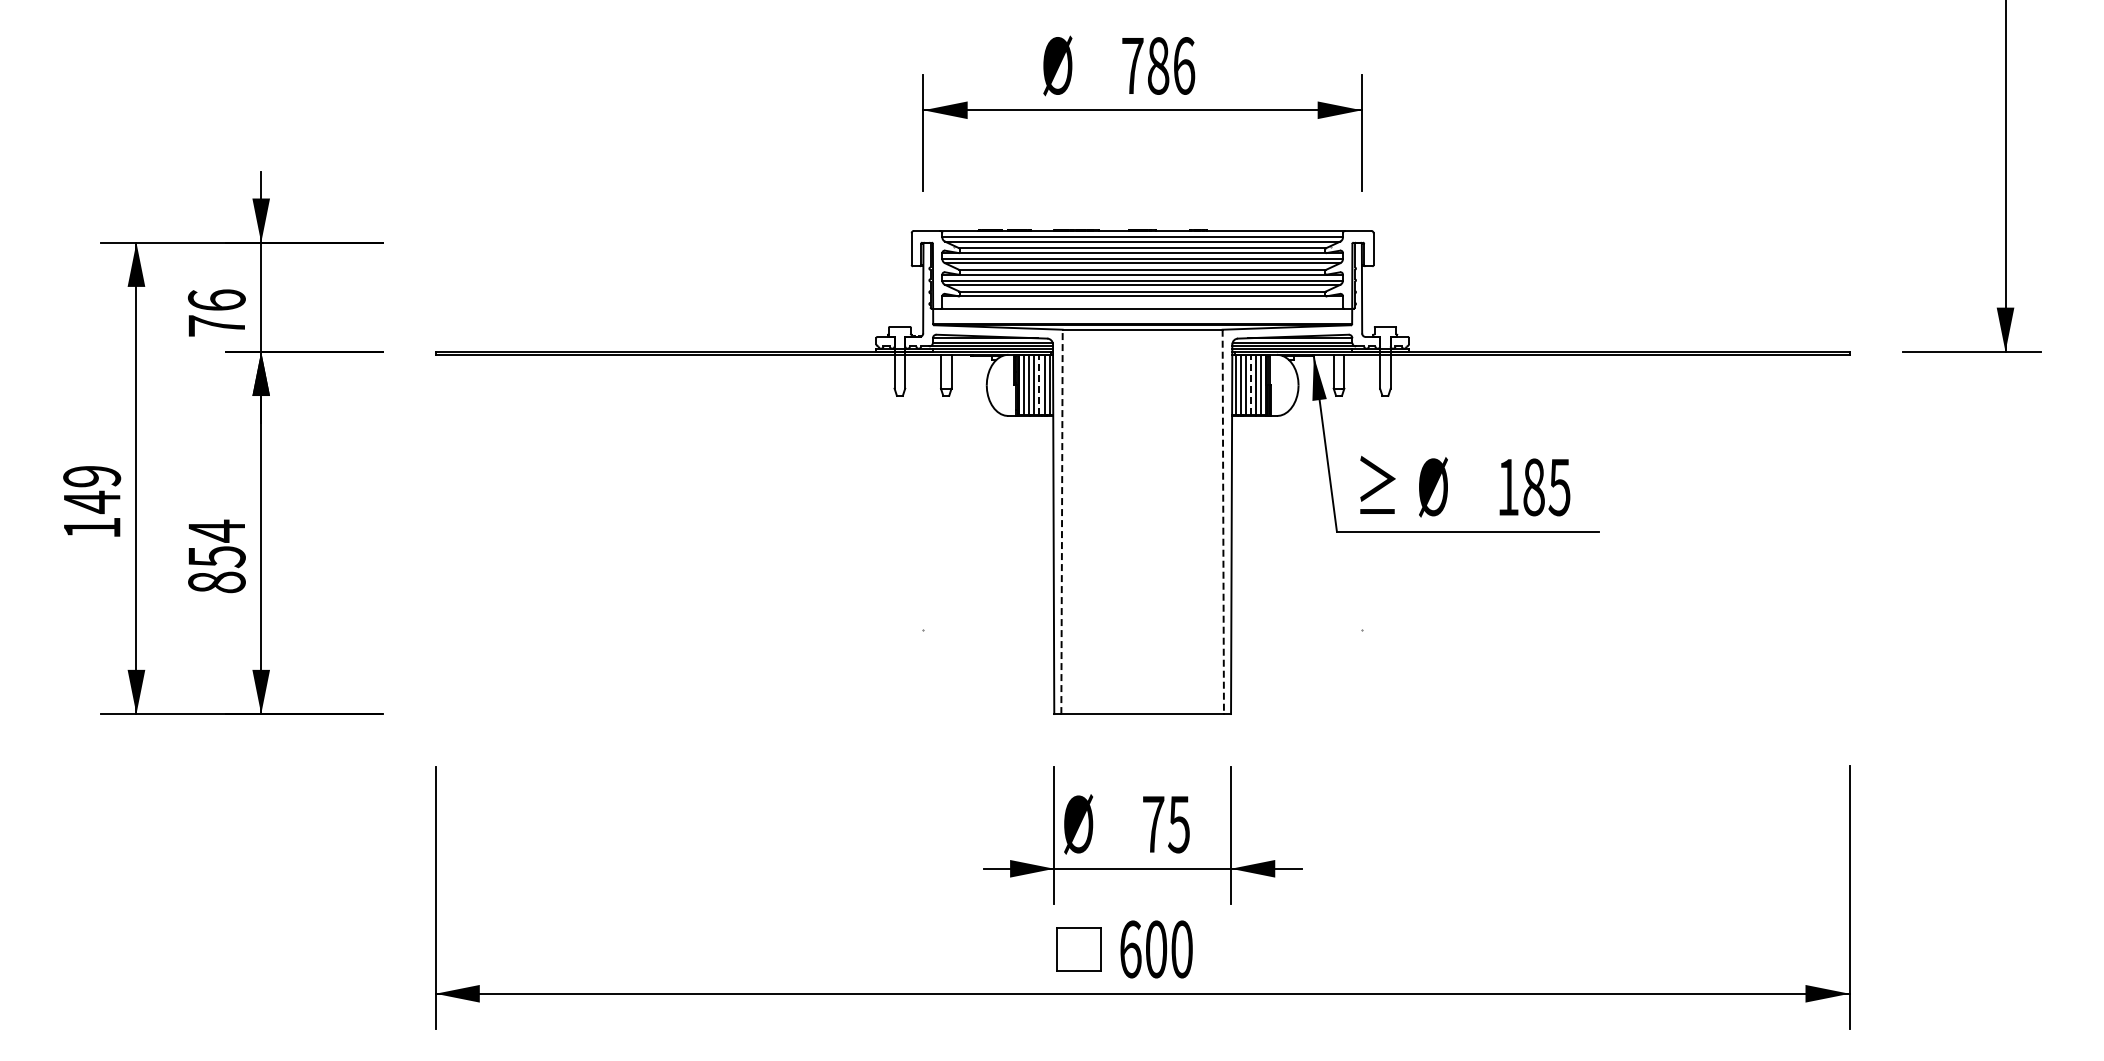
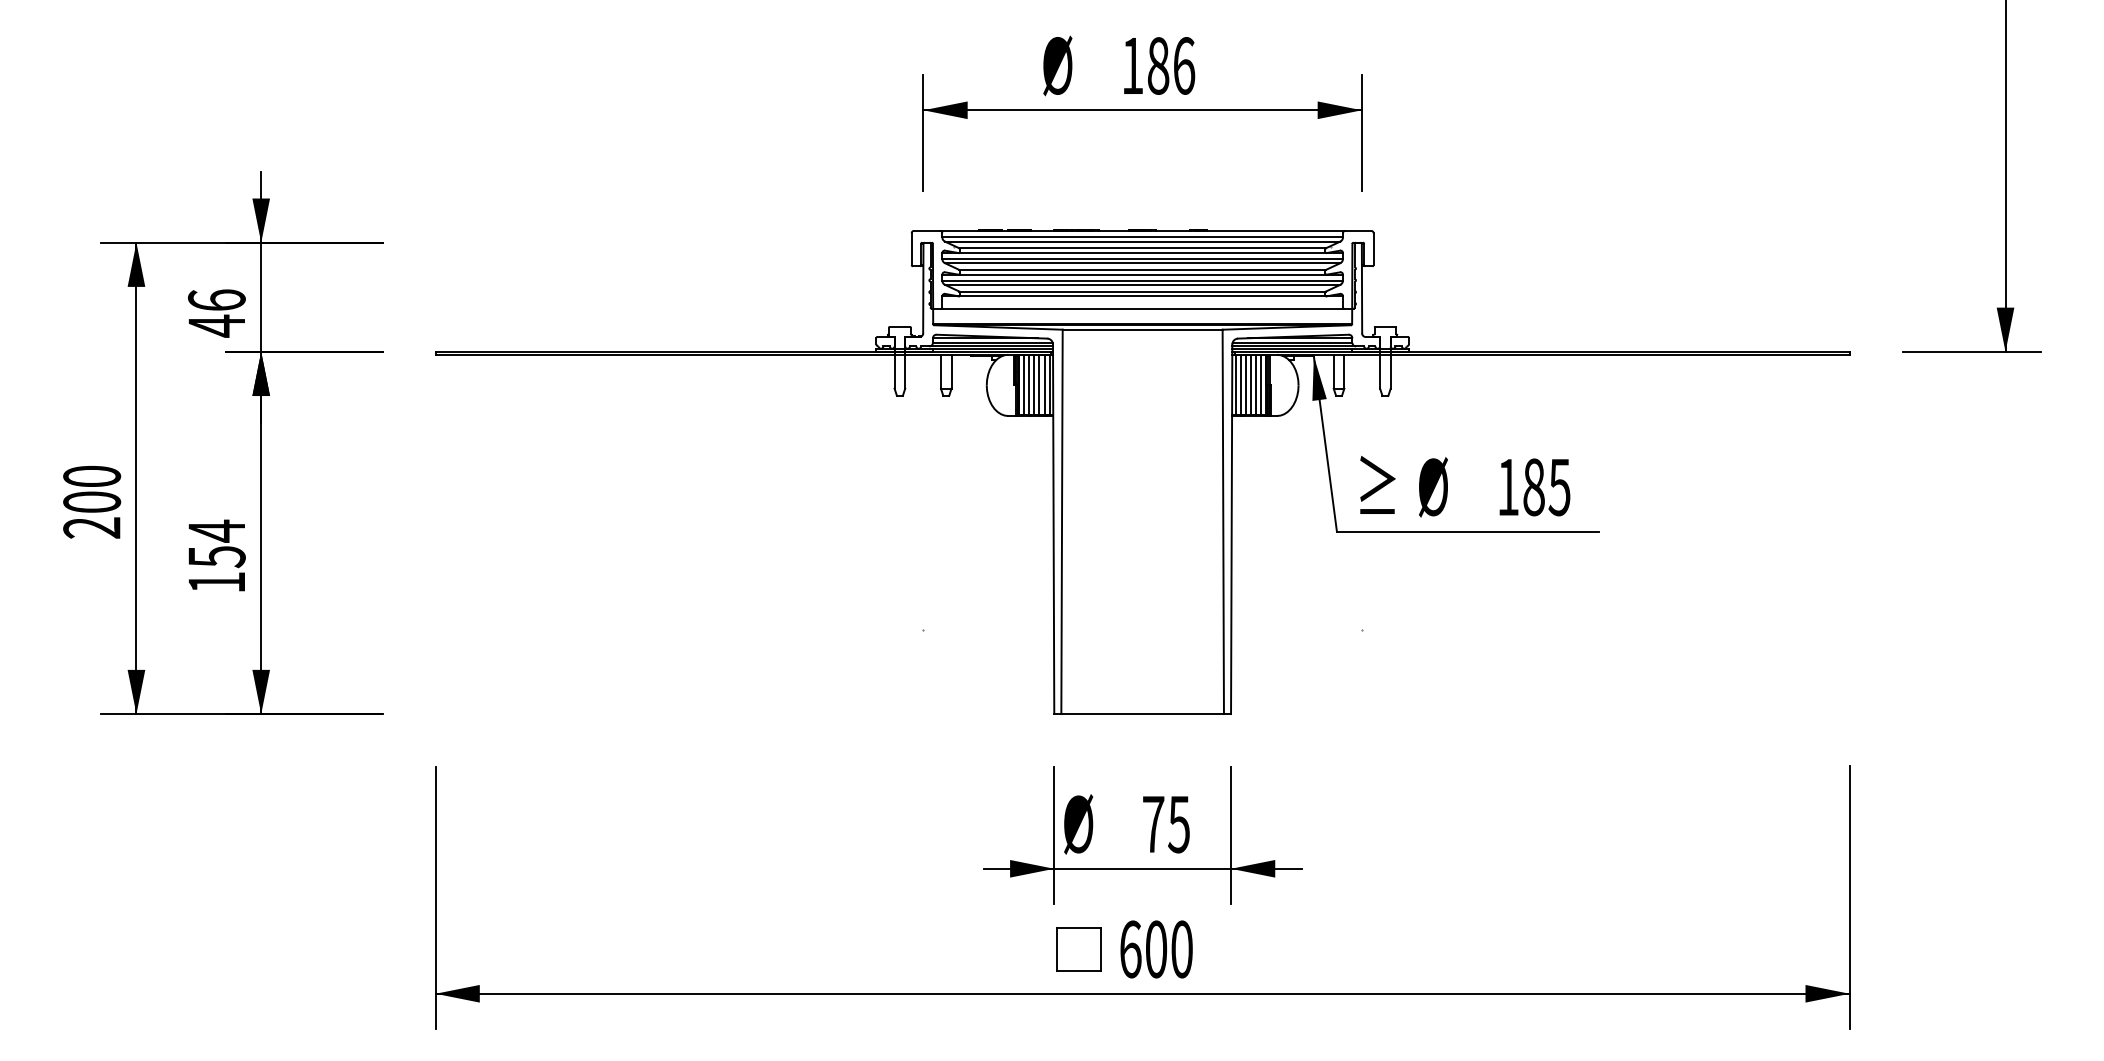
text at (1132, 65): 786 -> 186
text at (216, 325): 76 -> 46
line at (1039, 384): dashed -> solid
line at (1250, 384): dashed -> solid
text at (92, 502): 149 -> 200
line at (1062, 521): dashed -> solid
line at (1223, 522): dashed -> solid
text at (216, 582): 854 -> 154
